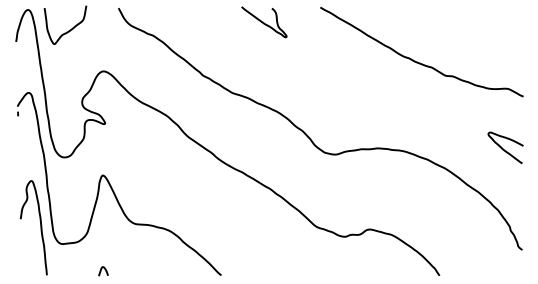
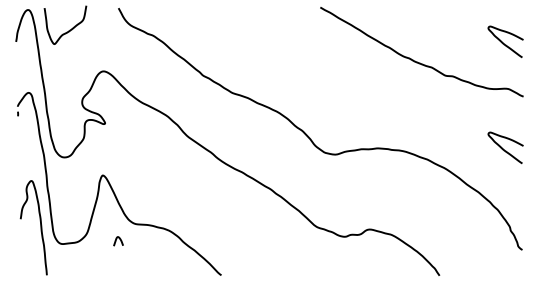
curve at (264, 22): present -> none
curve at (503, 42): none -> present
curve at (101, 271) position: (101, 271) -> (116, 241)
